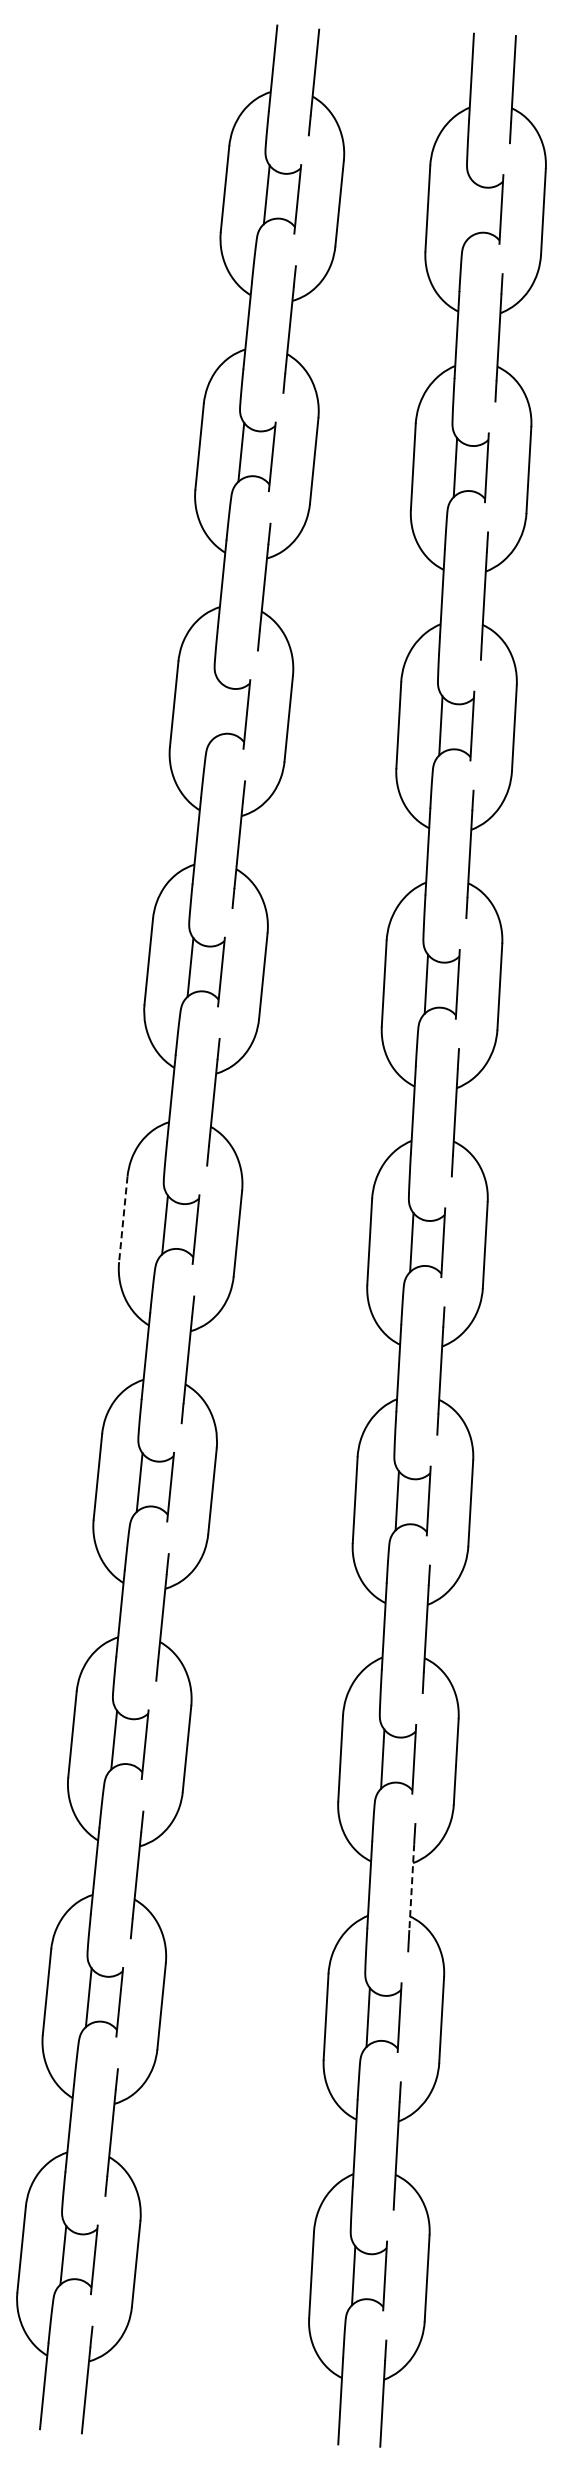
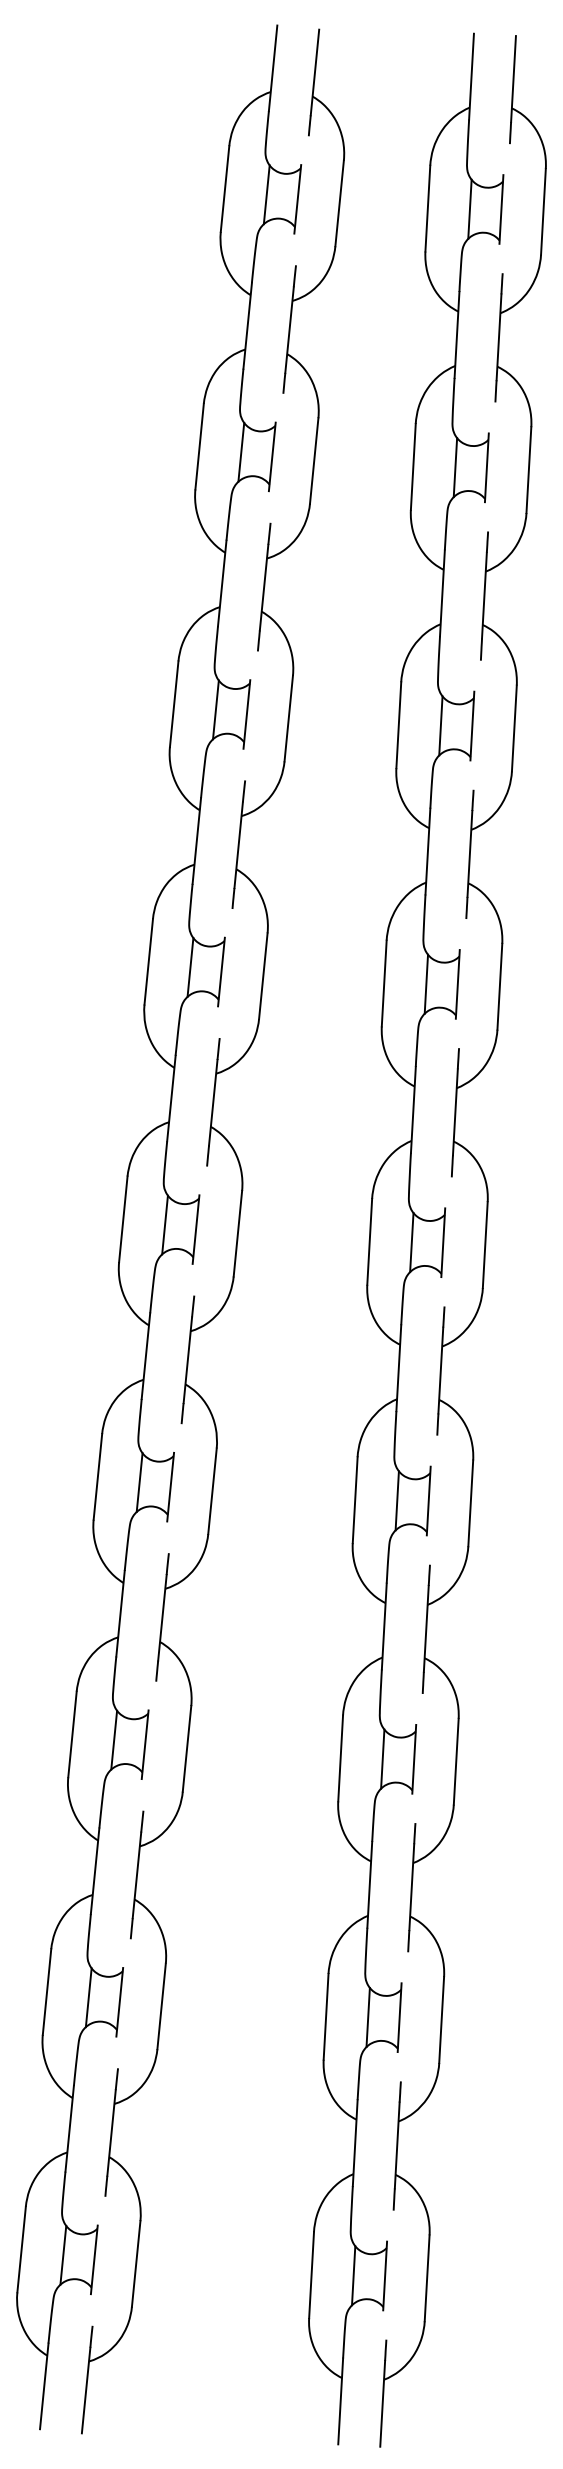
line at (469, 208): none -> present
line at (215, 709): none -> present
line at (123, 1219): dashed -> solid
line at (411, 1887): dashed -> solid
